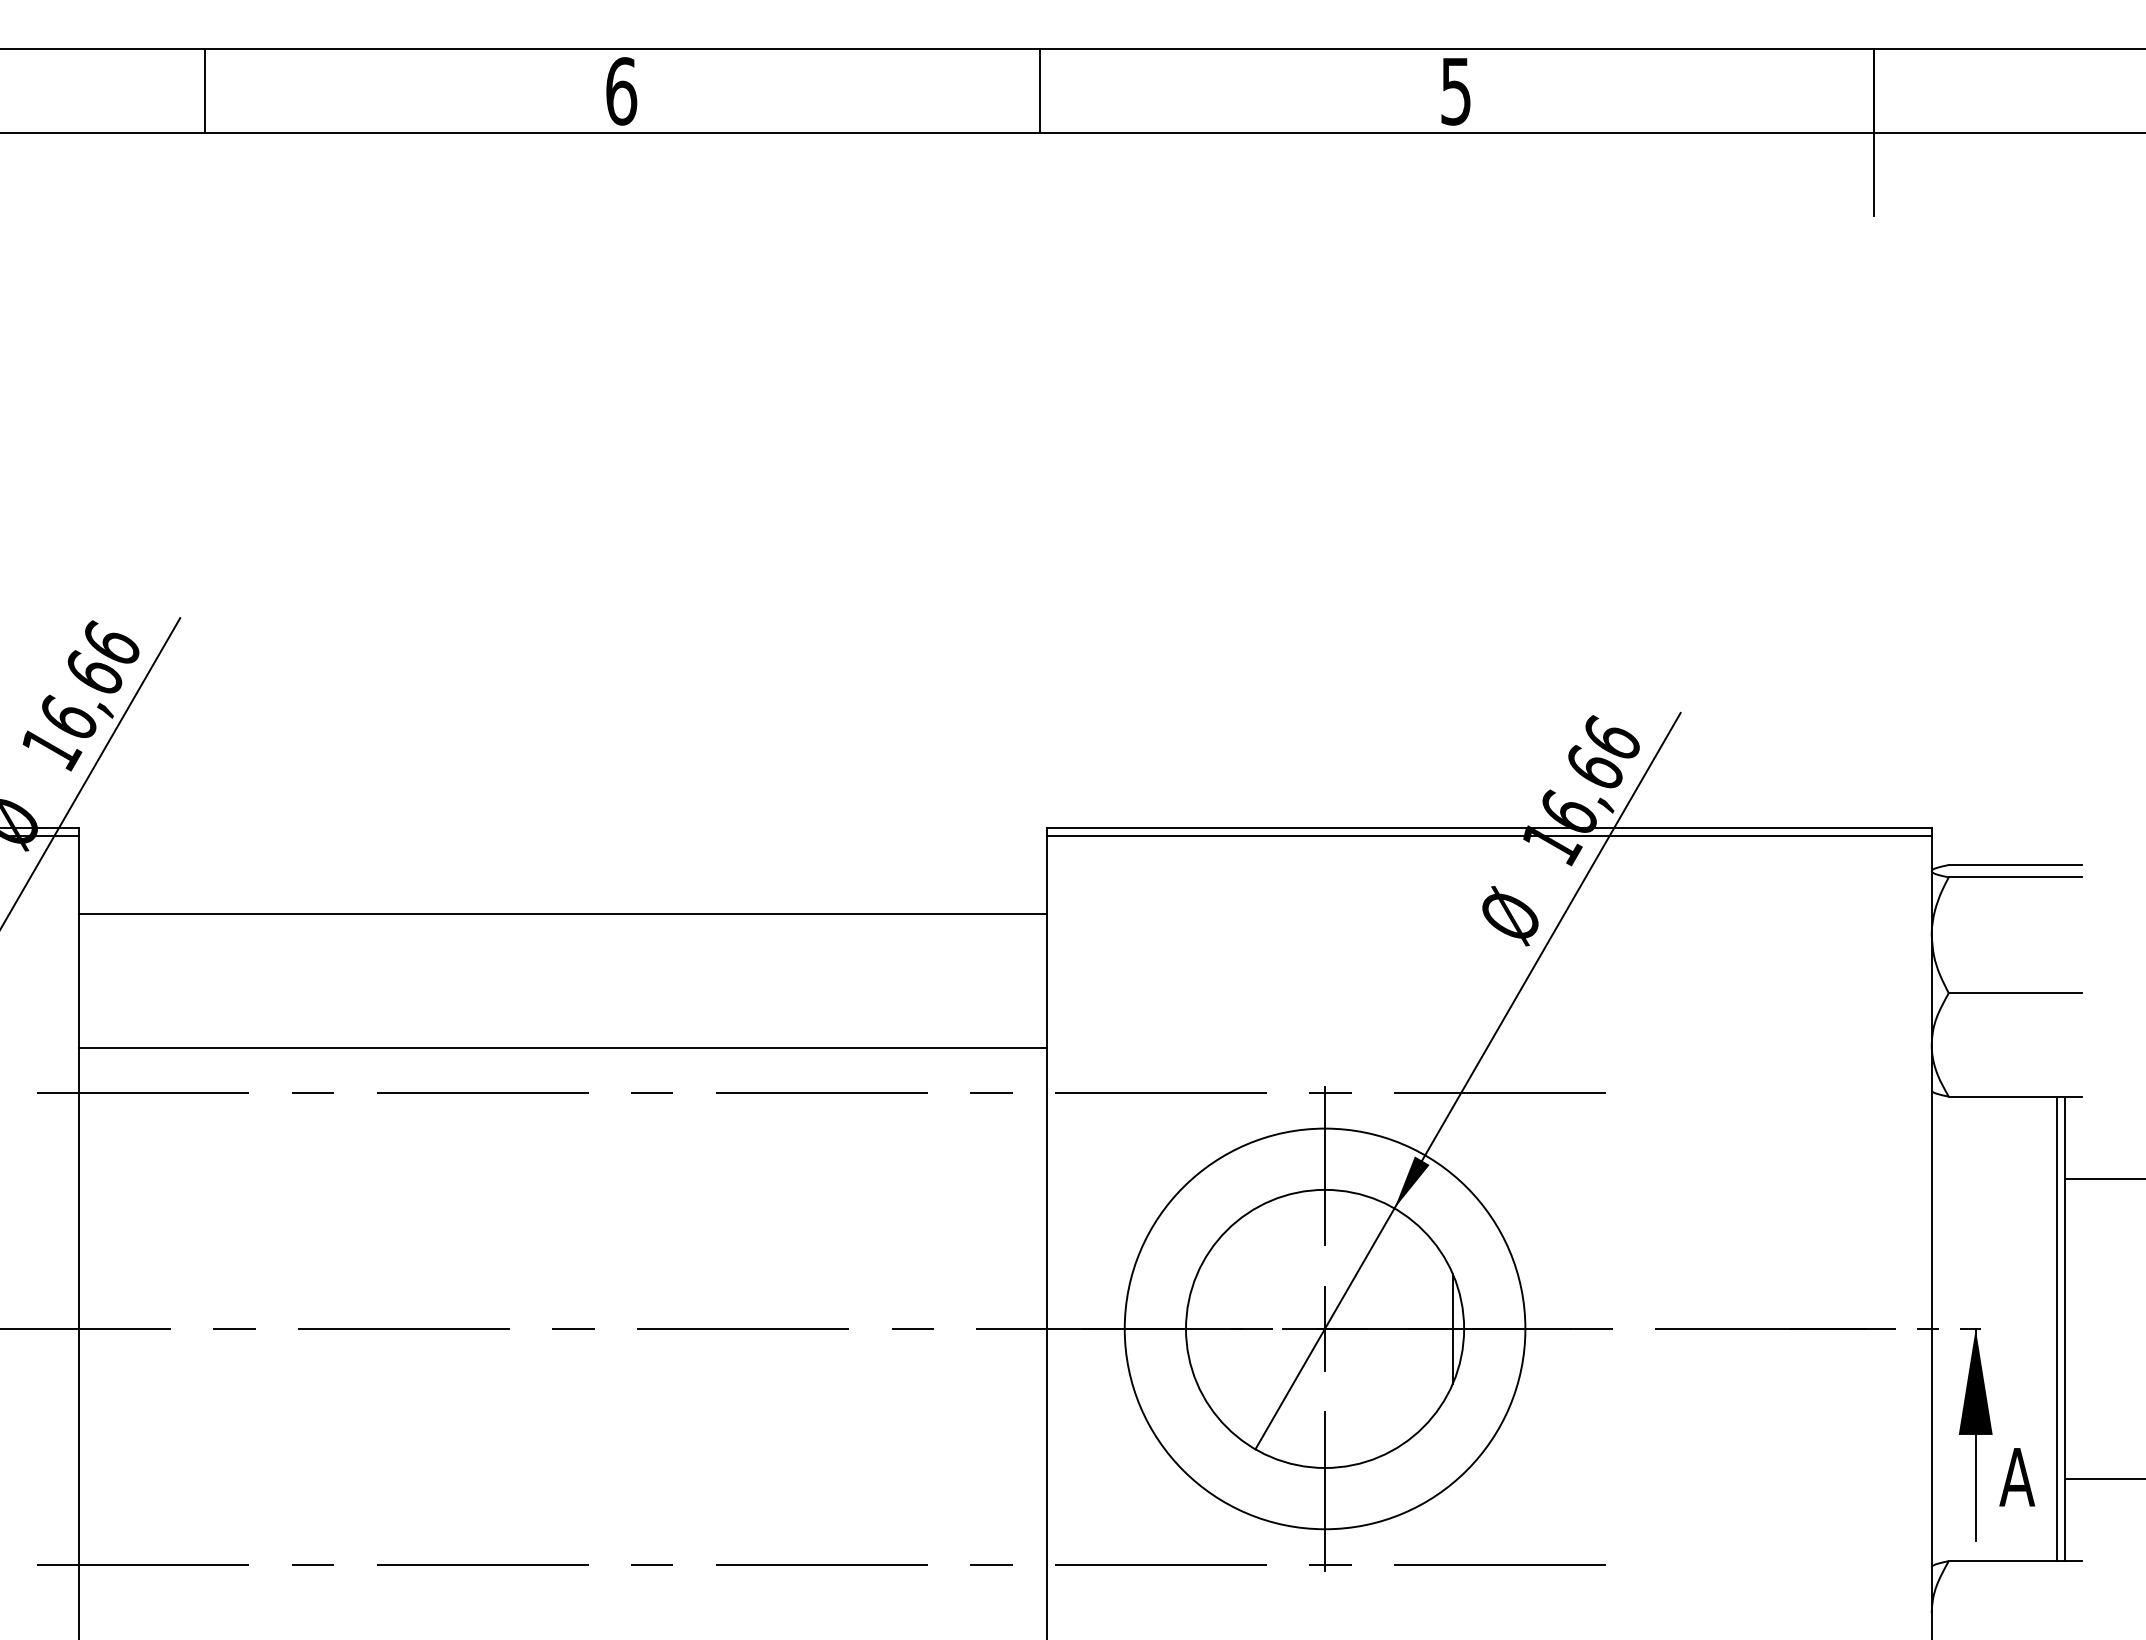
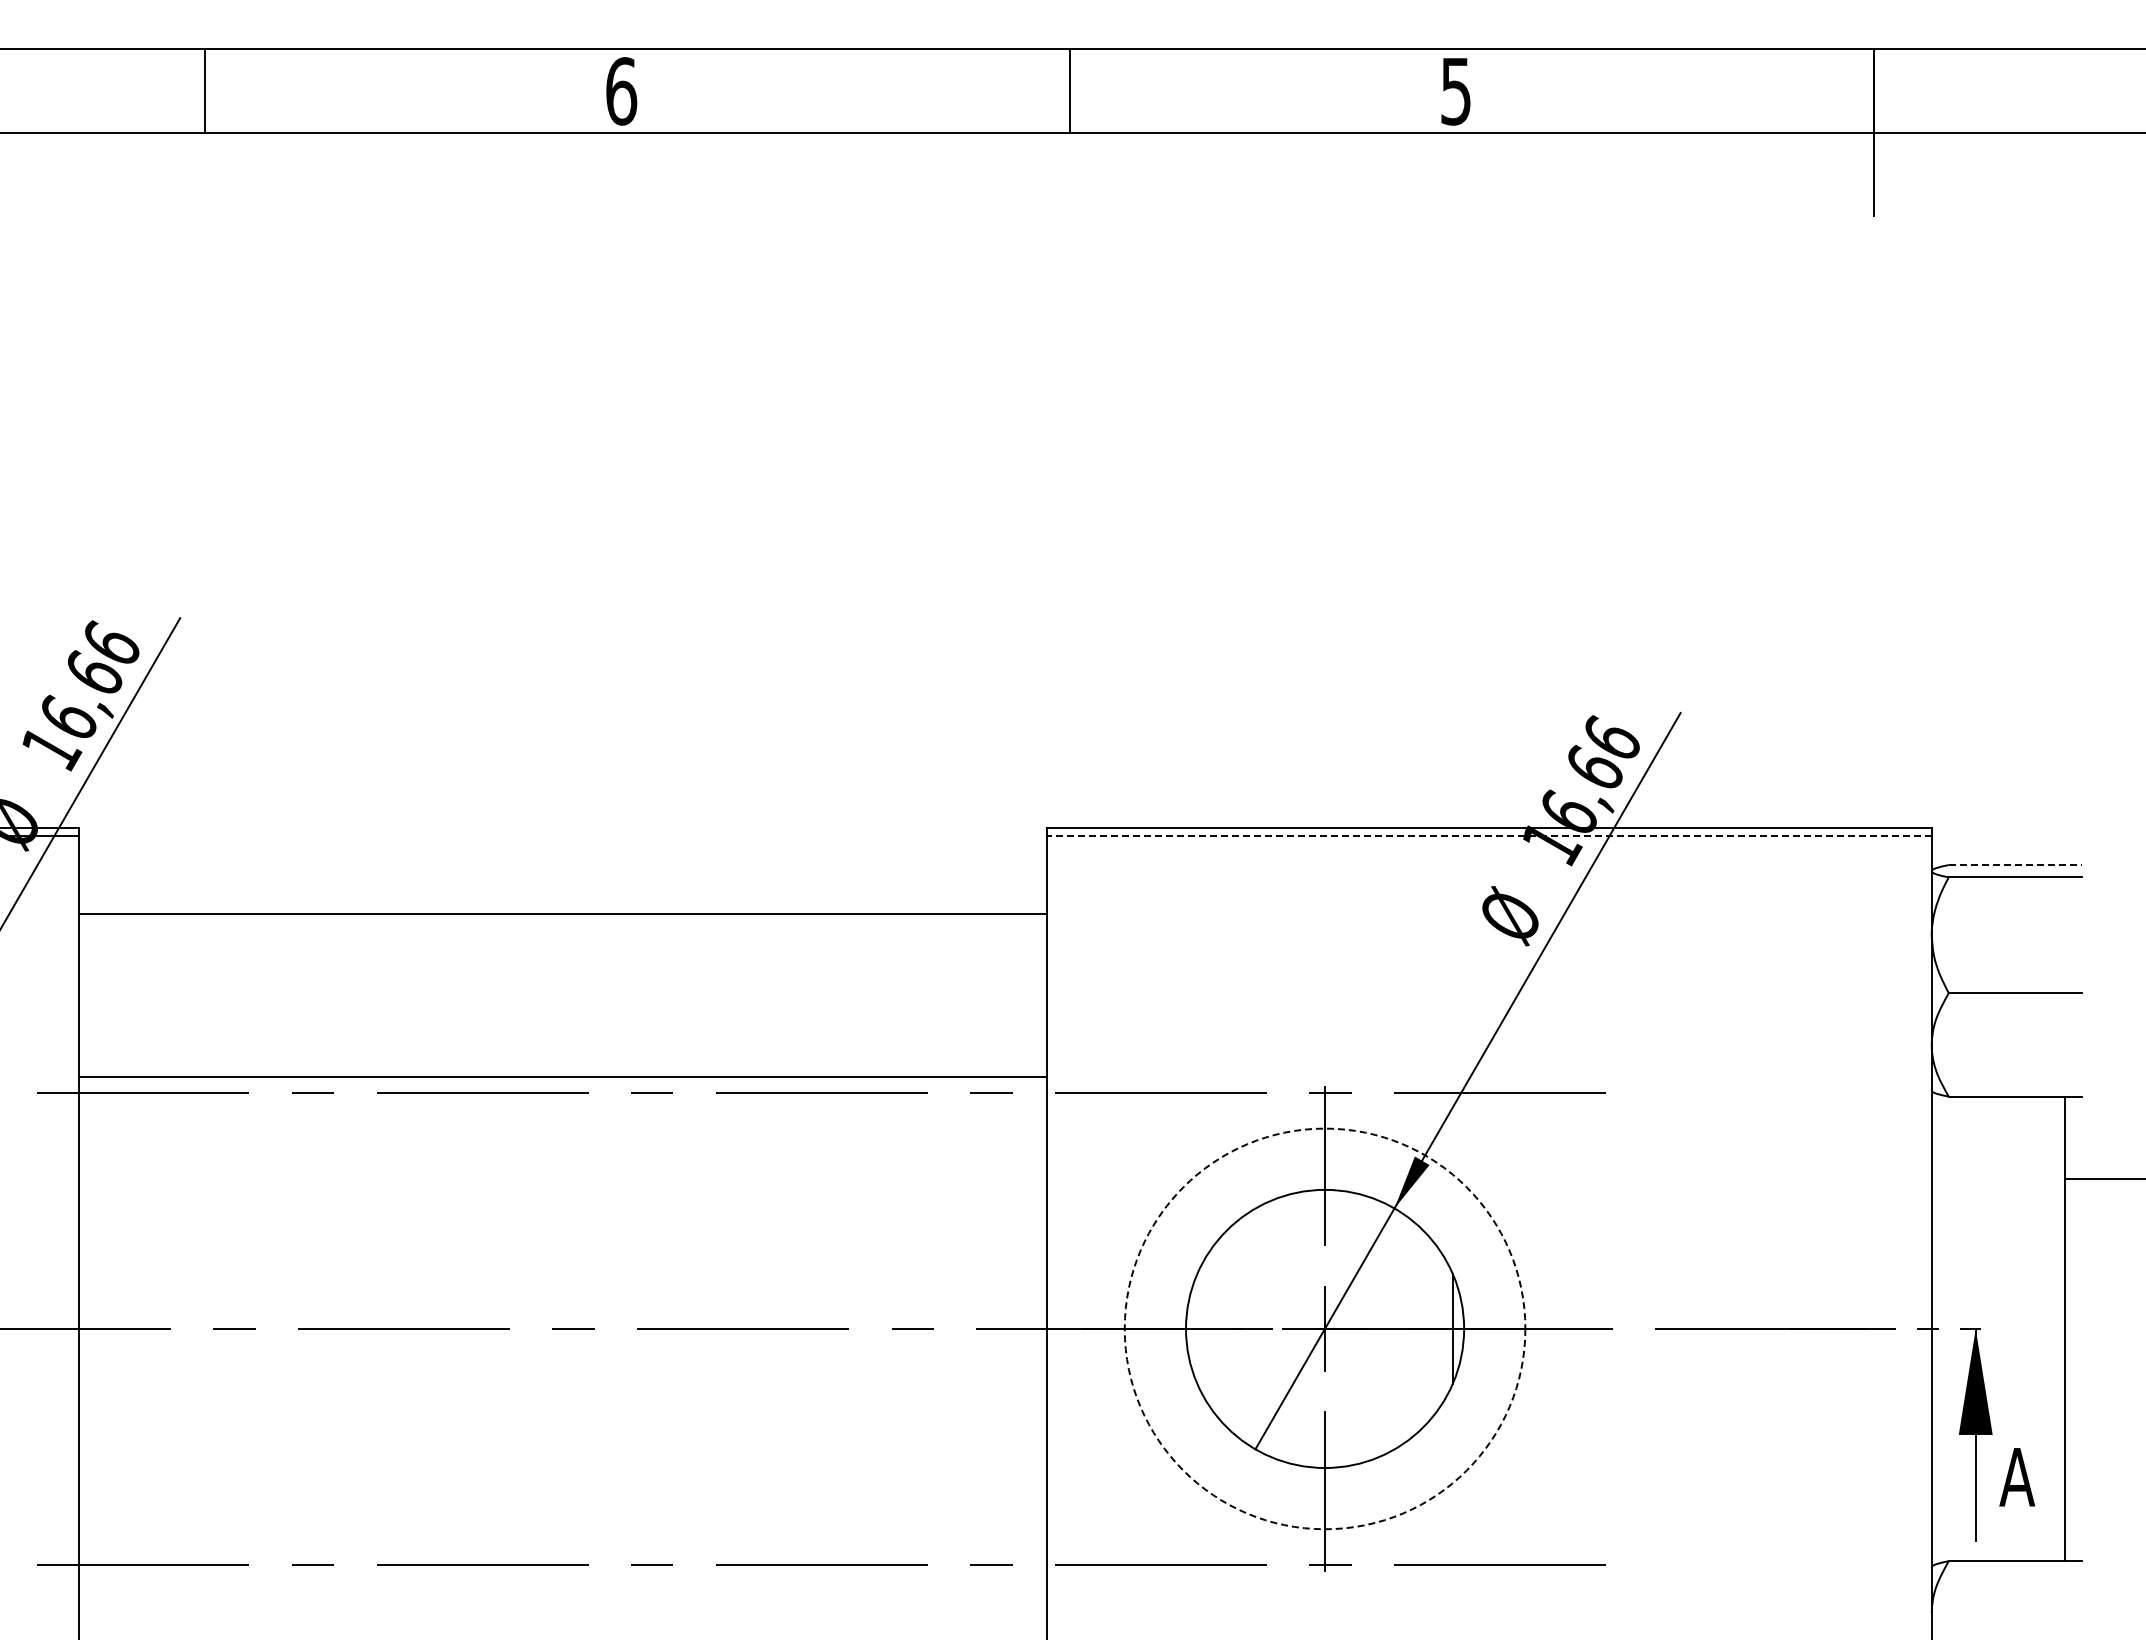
line at (1039, 90) position: (1039, 90) -> (1069, 90)
line at (1488, 836): solid -> dashed
line at (2015, 865): solid -> dashed
line at (562, 1047) position: (562, 1047) -> (562, 1076)
circle at (1324, 1328): solid -> dashed
line at (2056, 1328): present -> none
line at (2103, 1479): present -> none
